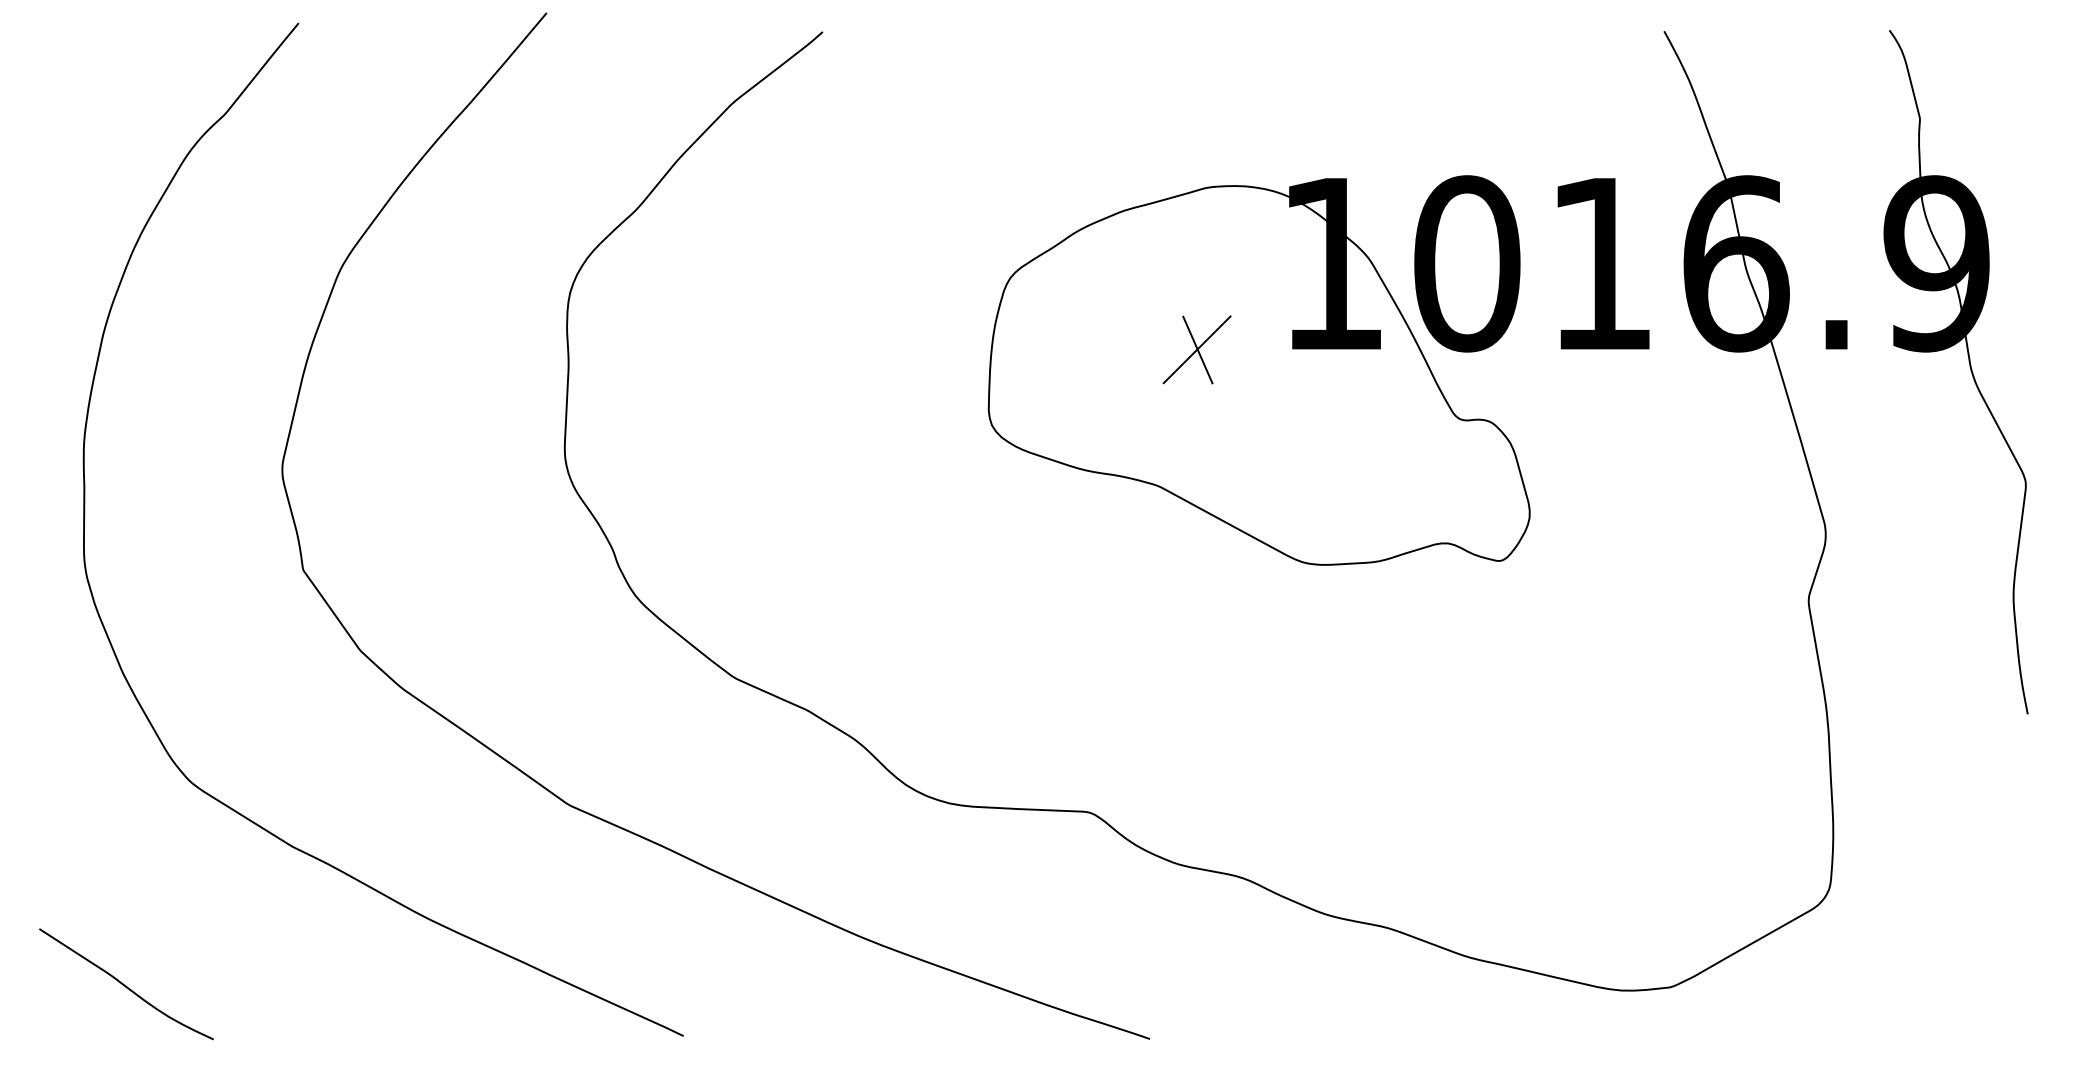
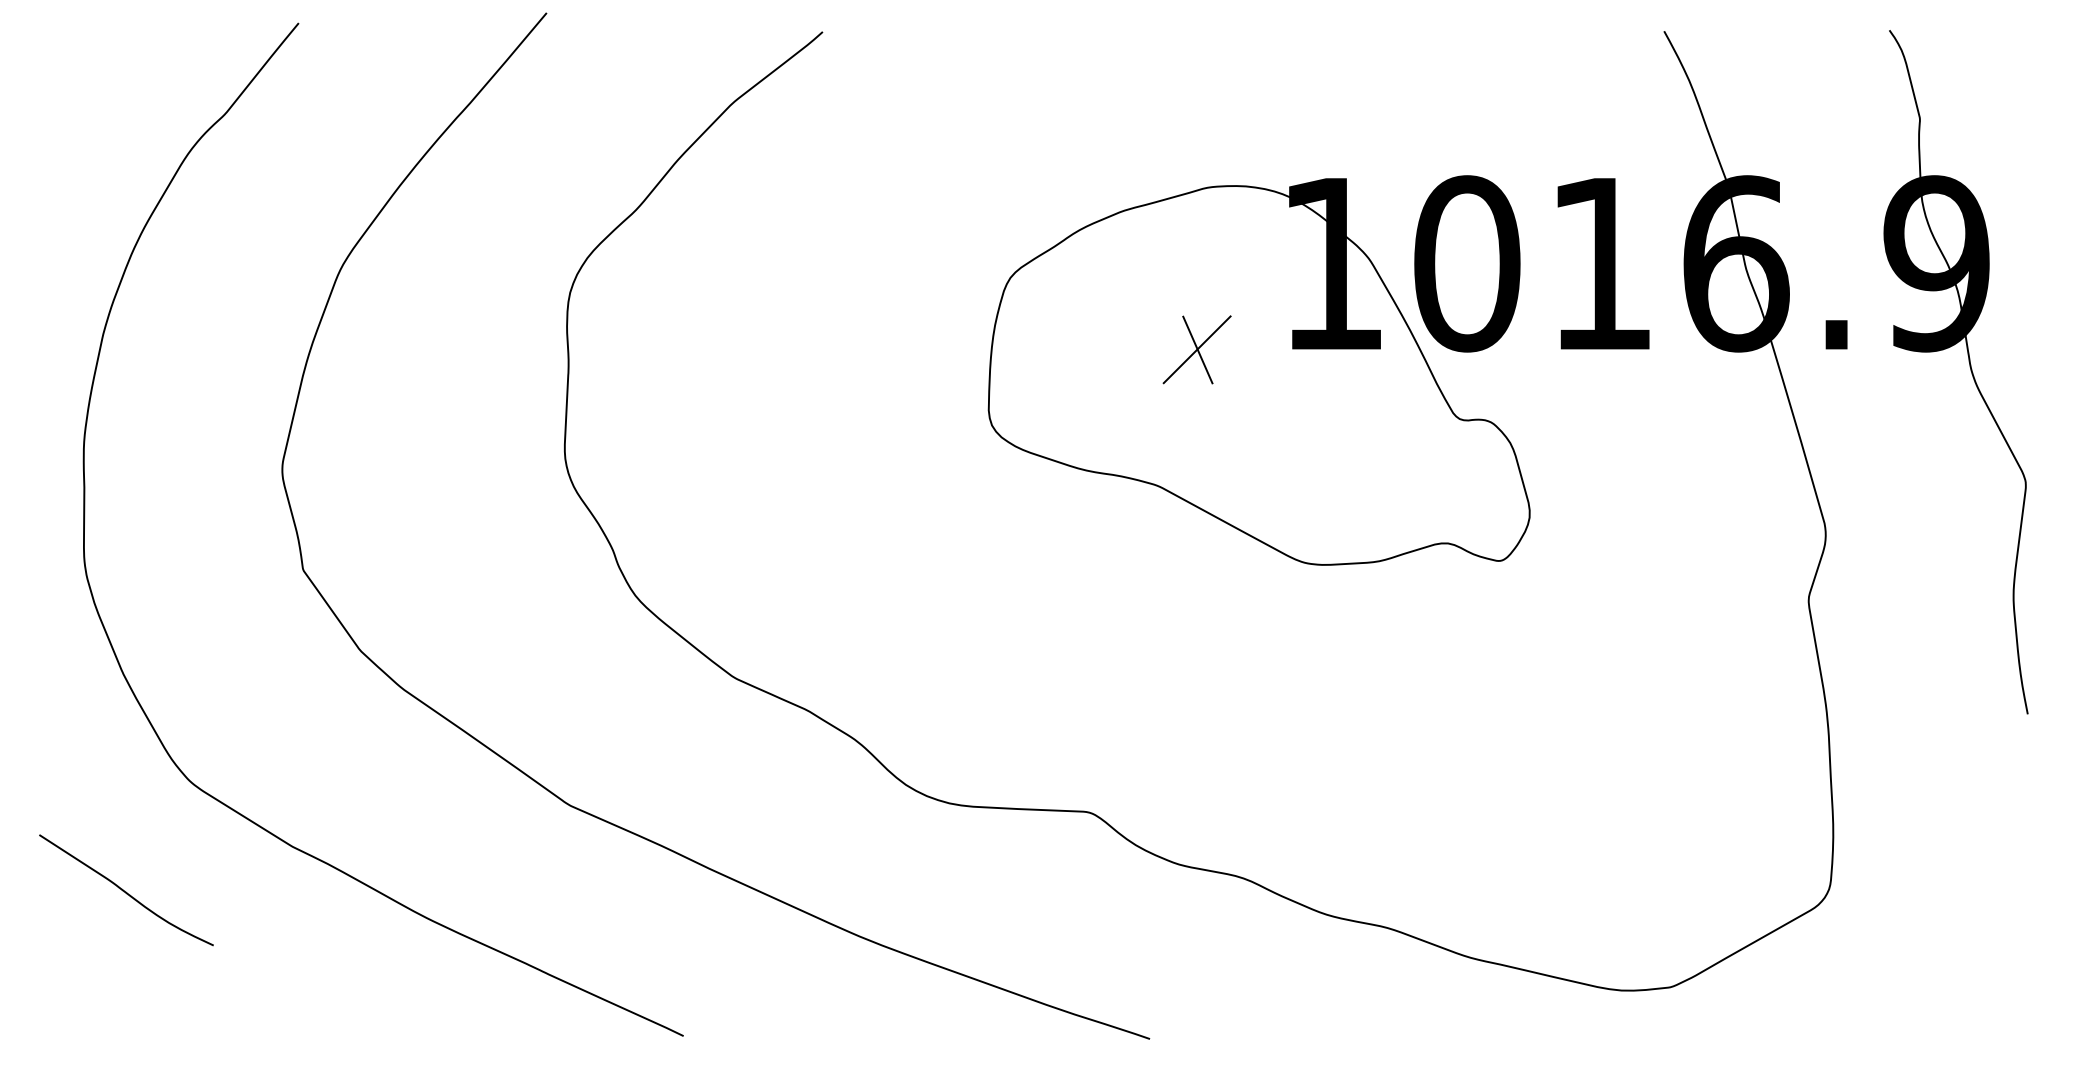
curve at (126, 985) position: (126, 985) -> (126, 891)
